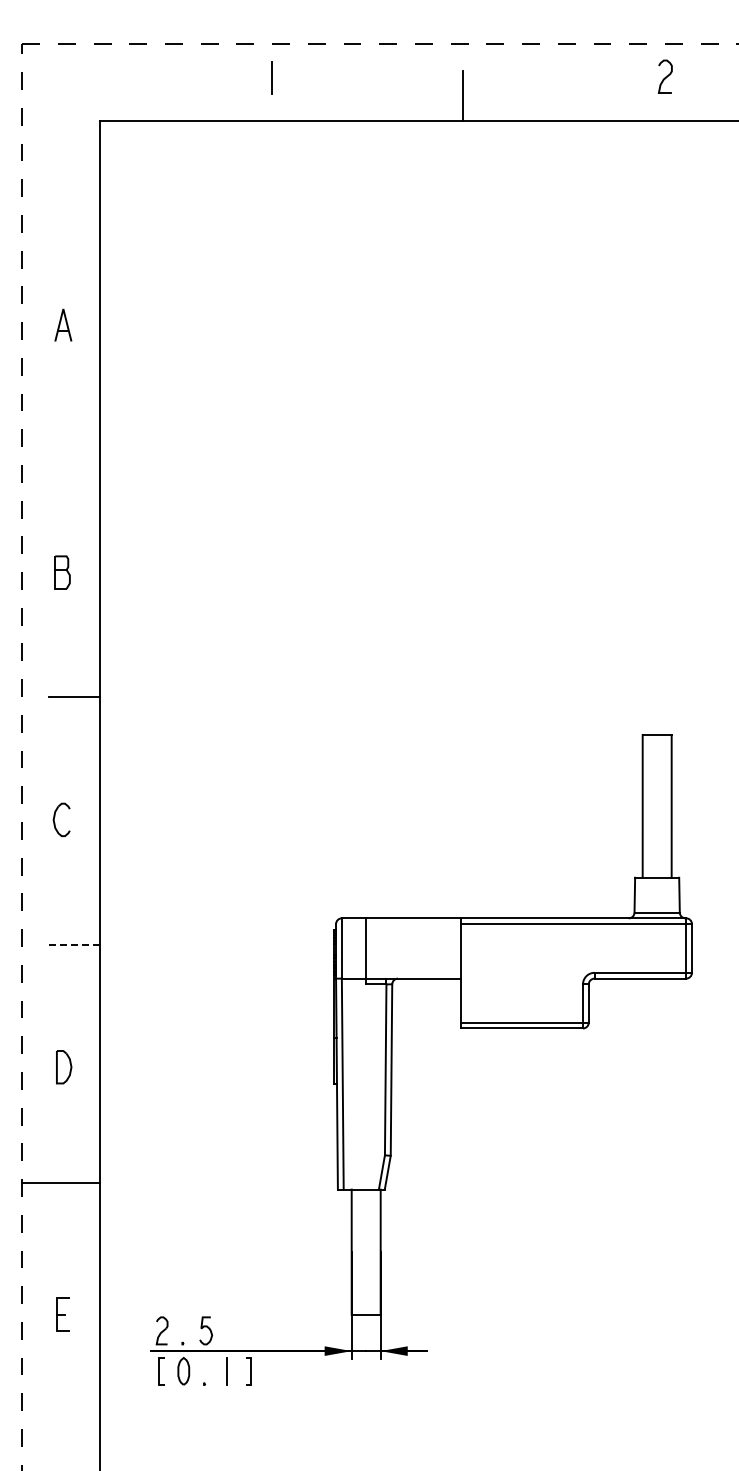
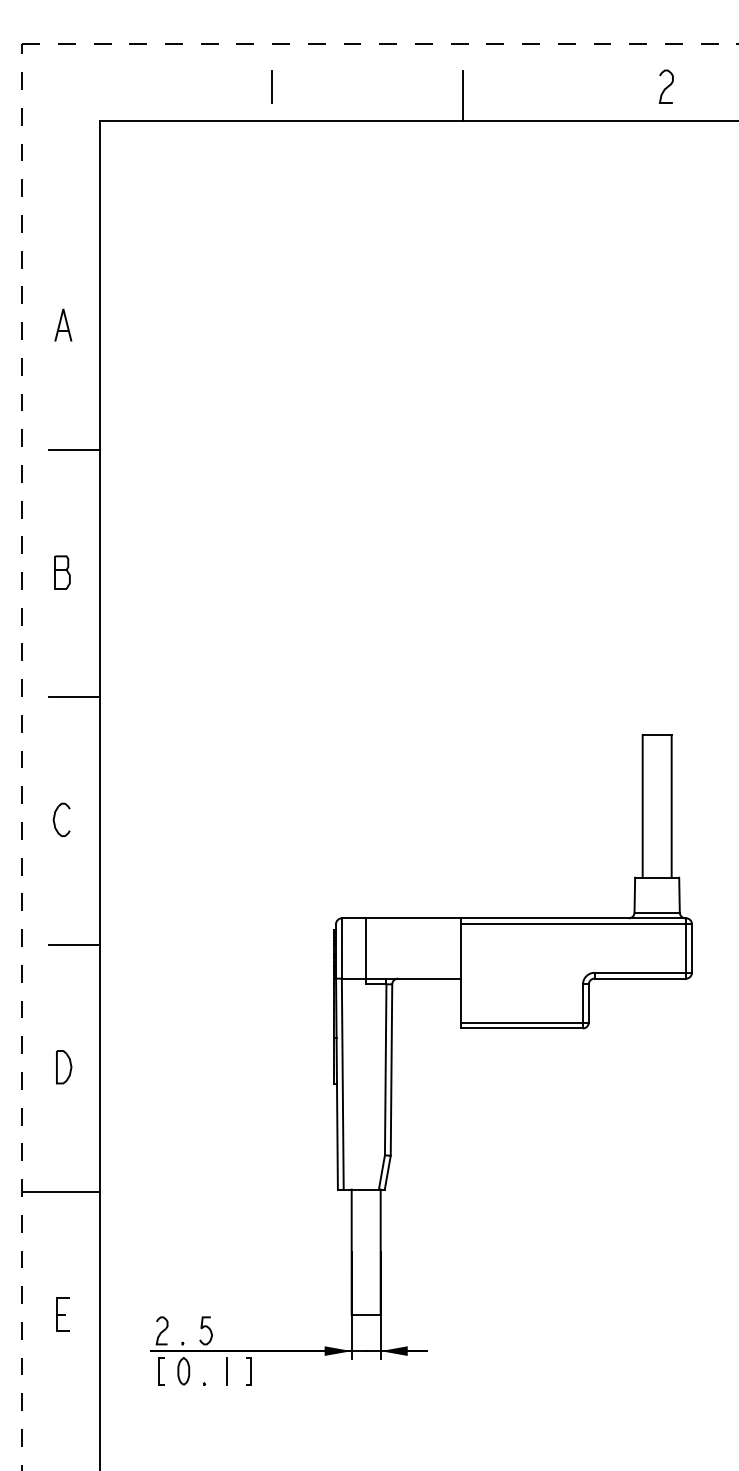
curve at (665, 76) position: (665, 76) -> (666, 86)
line at (271, 77) position: (271, 77) -> (271, 86)
line at (74, 449): none -> present
line at (73, 944): dashed -> solid
line at (60, 1182) position: (60, 1182) -> (60, 1191)
